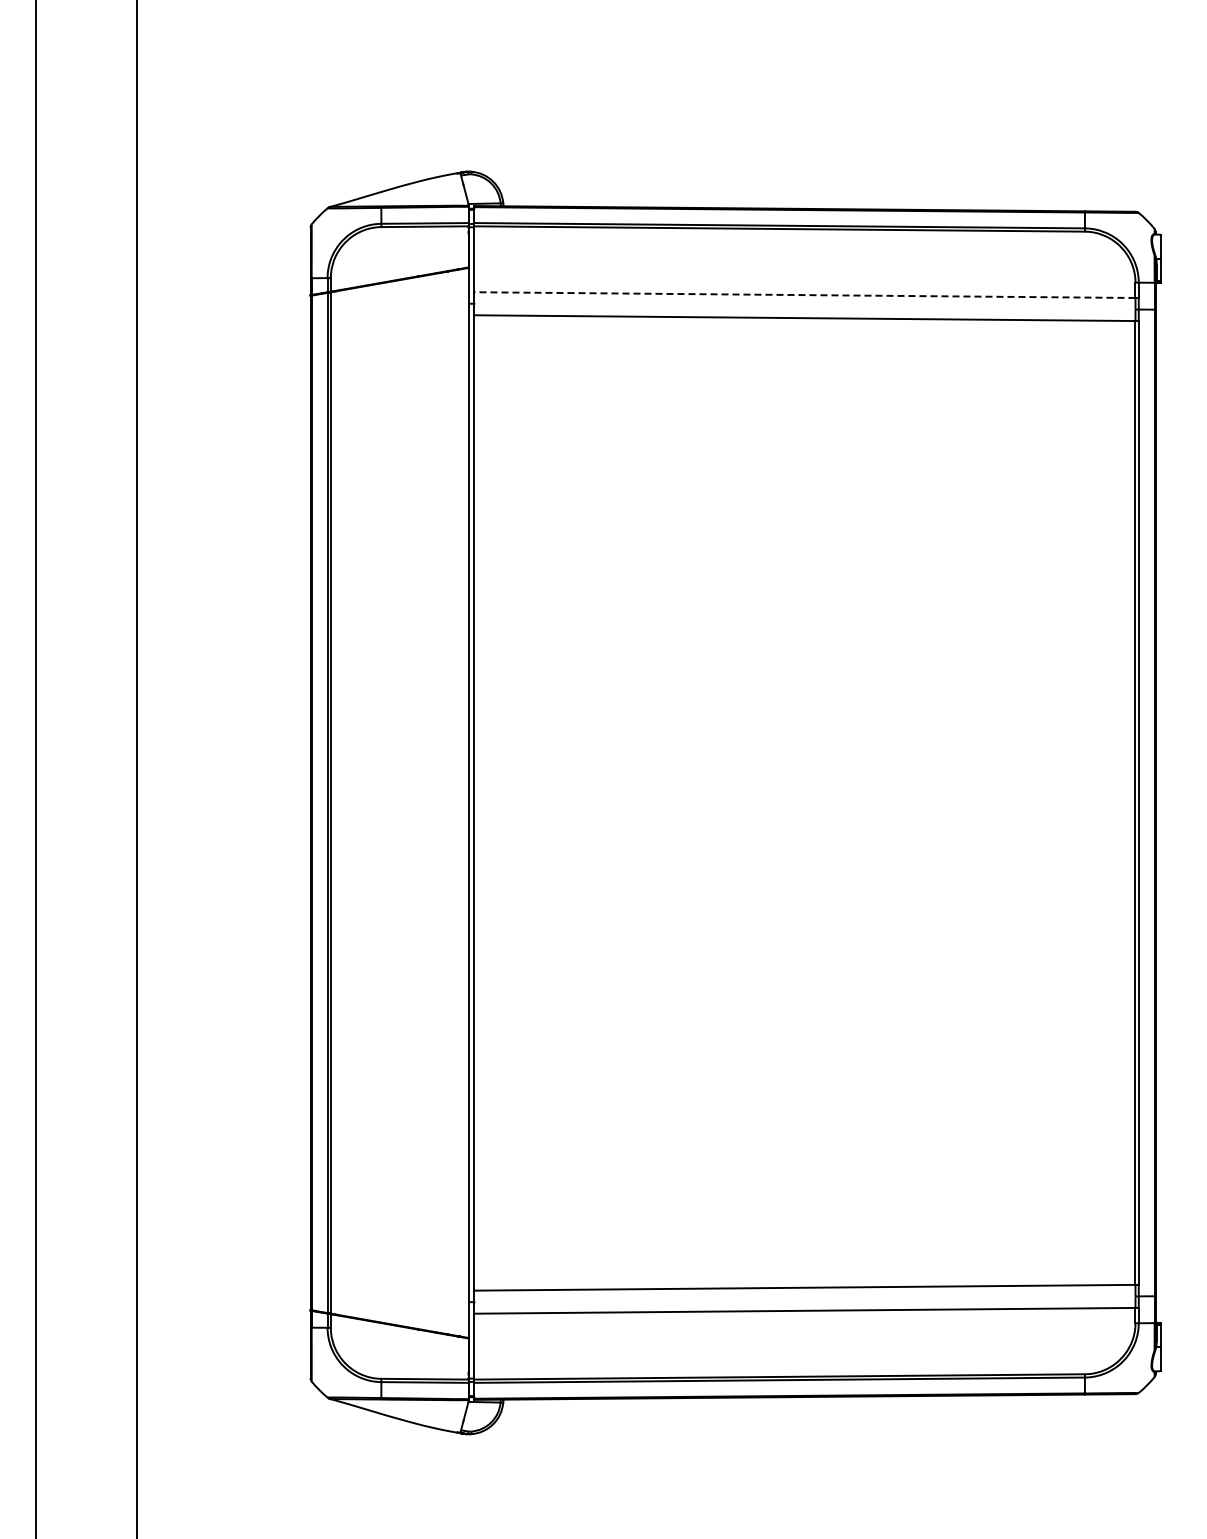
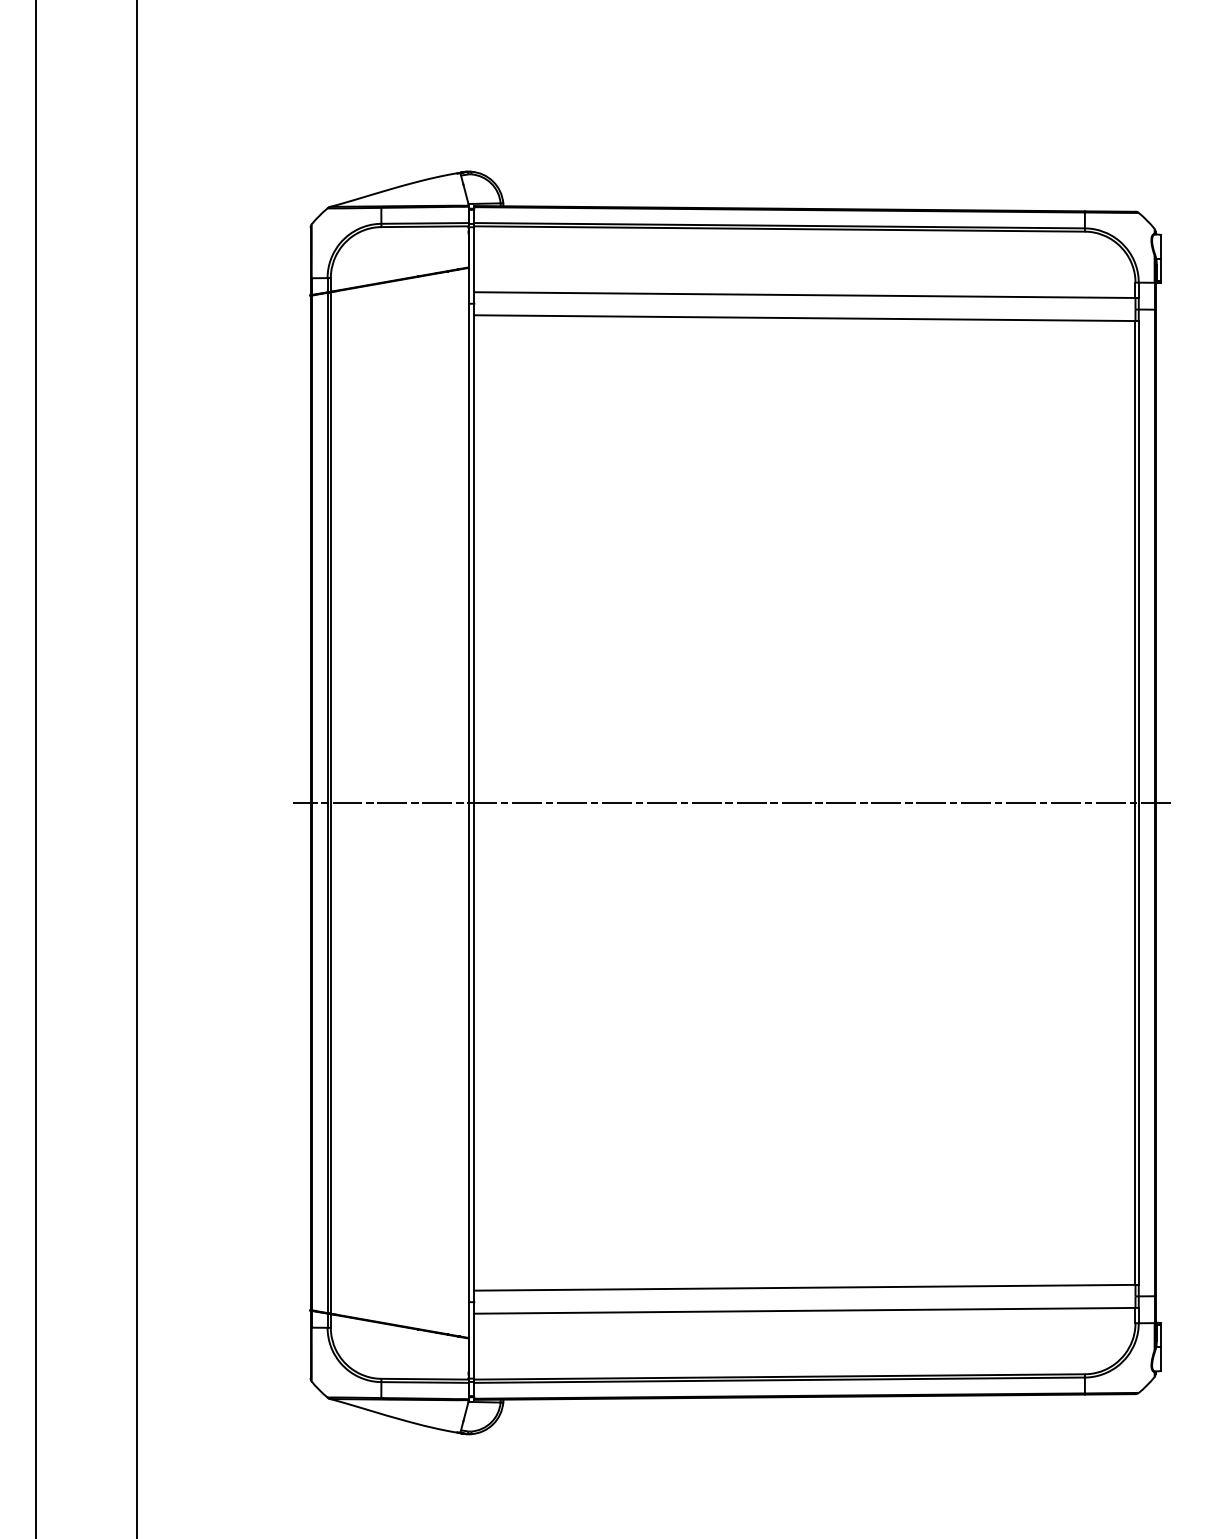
line at (804, 295): dashed -> solid
line at (731, 802): none -> present
